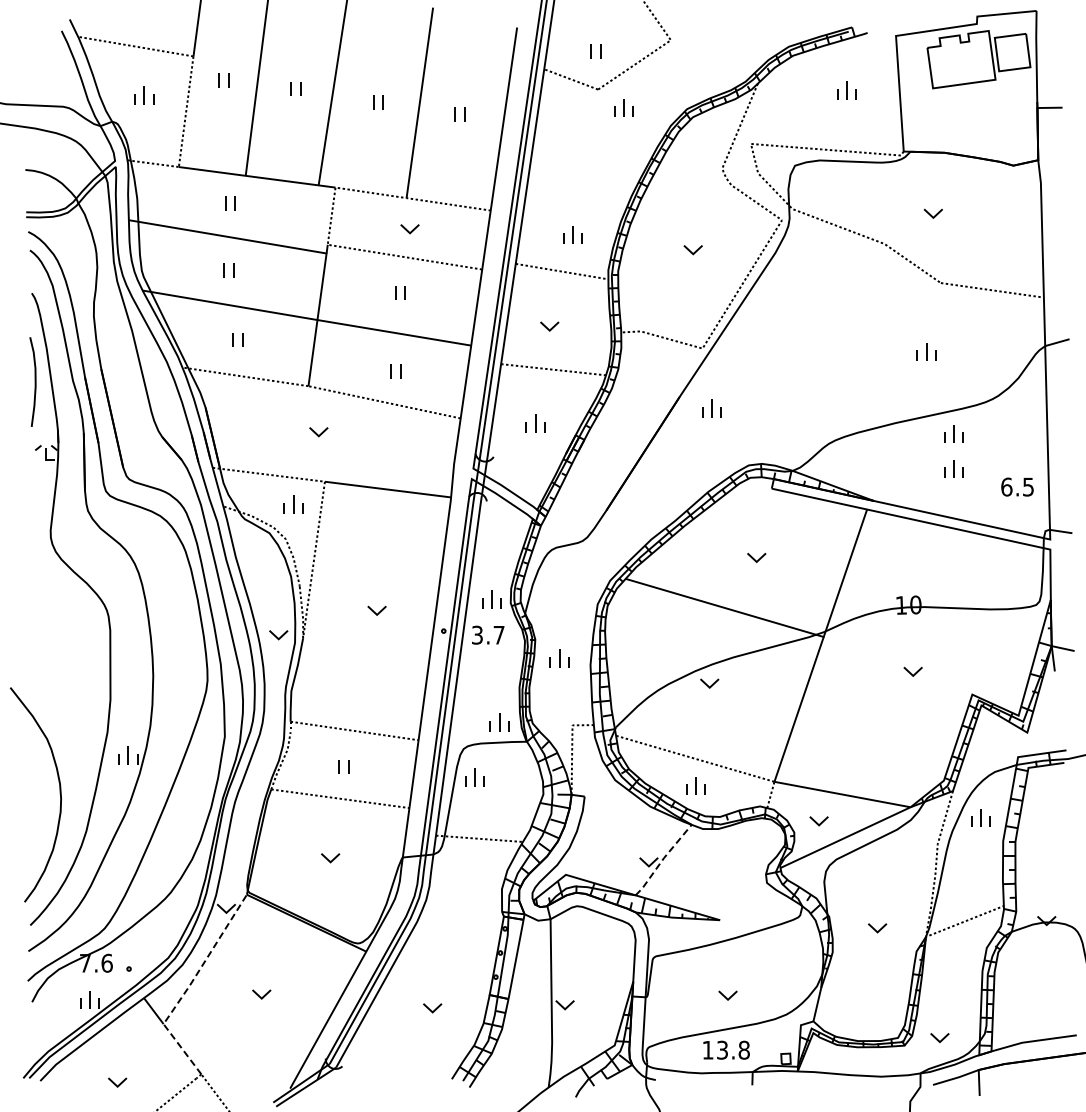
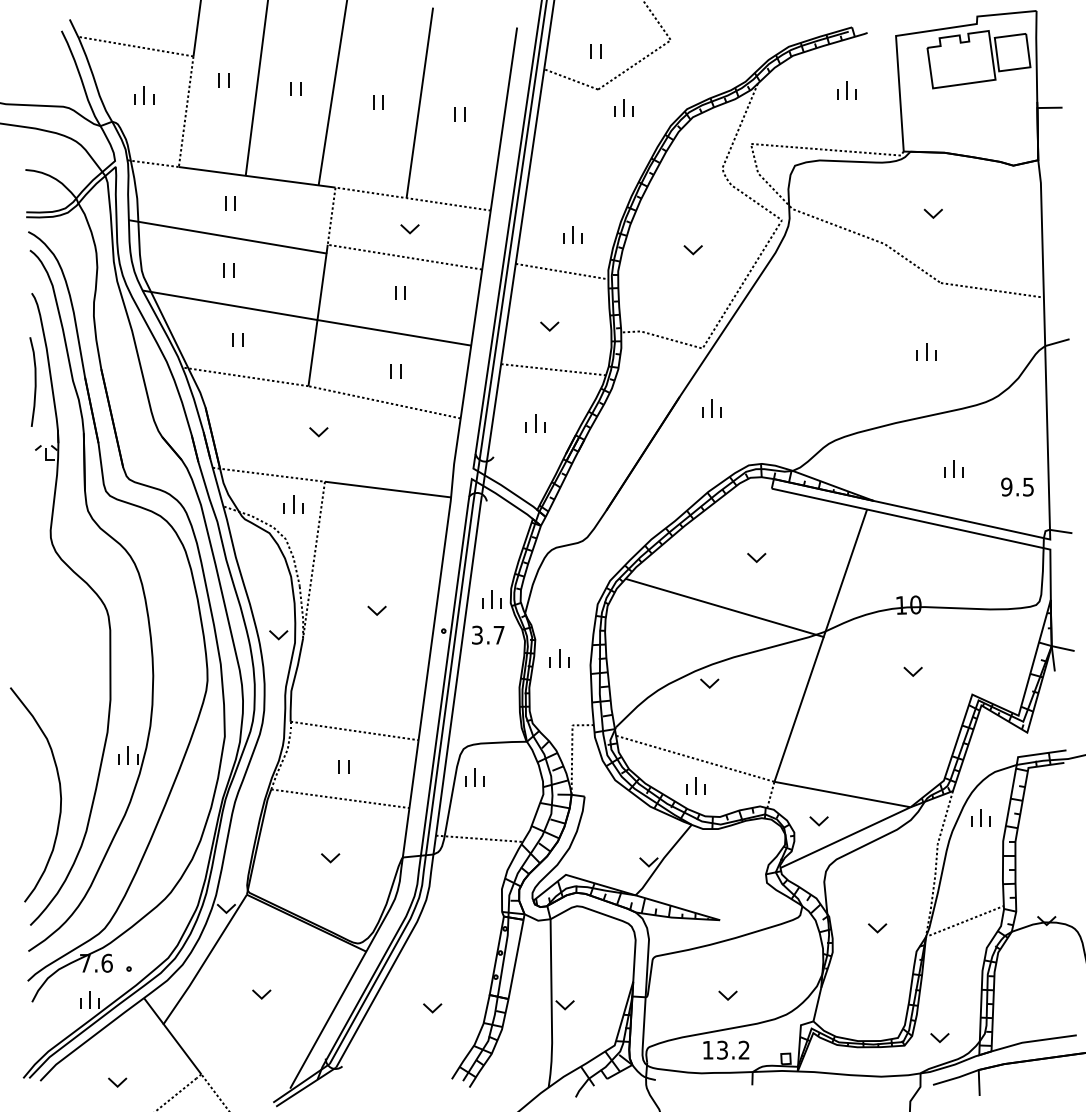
part at (953, 433): present -> none
text at (1006, 486): 6.5 -> 9.5
part at (499, 722): present -> none
line at (663, 859): dashed -> solid
line at (188, 986): dashed -> solid
text at (743, 1049): 13.8 -> 13.2
